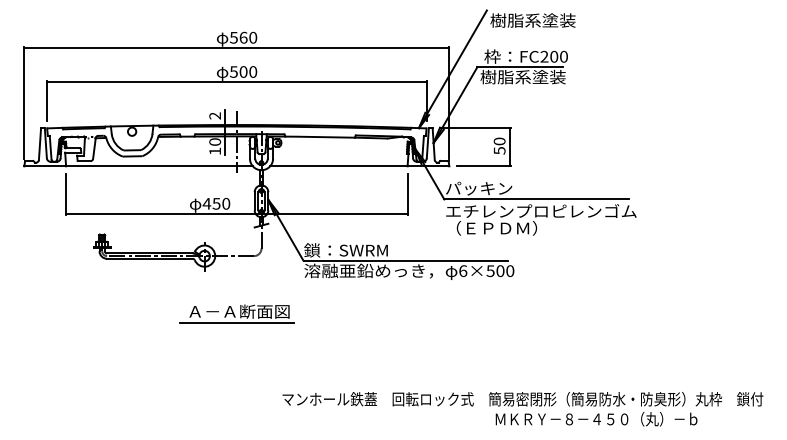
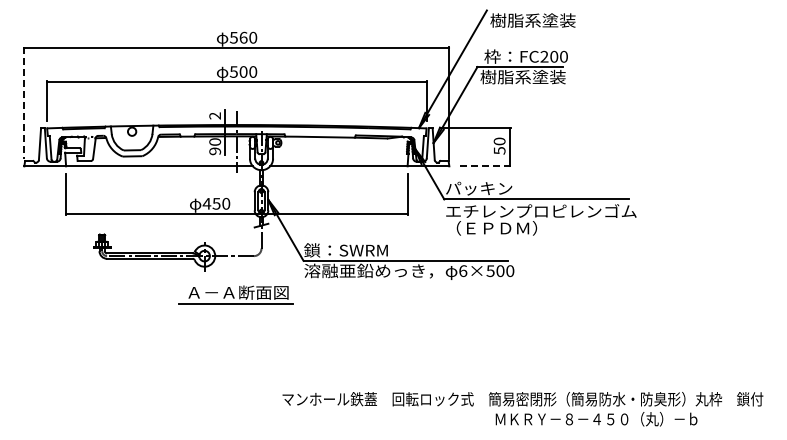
line at (24, 102): solid -> dashed
text at (215, 151): 10 -> 90
line at (483, 166): solid -> dashed
part at (236, 313) position: (236, 313) -> (235, 294)
